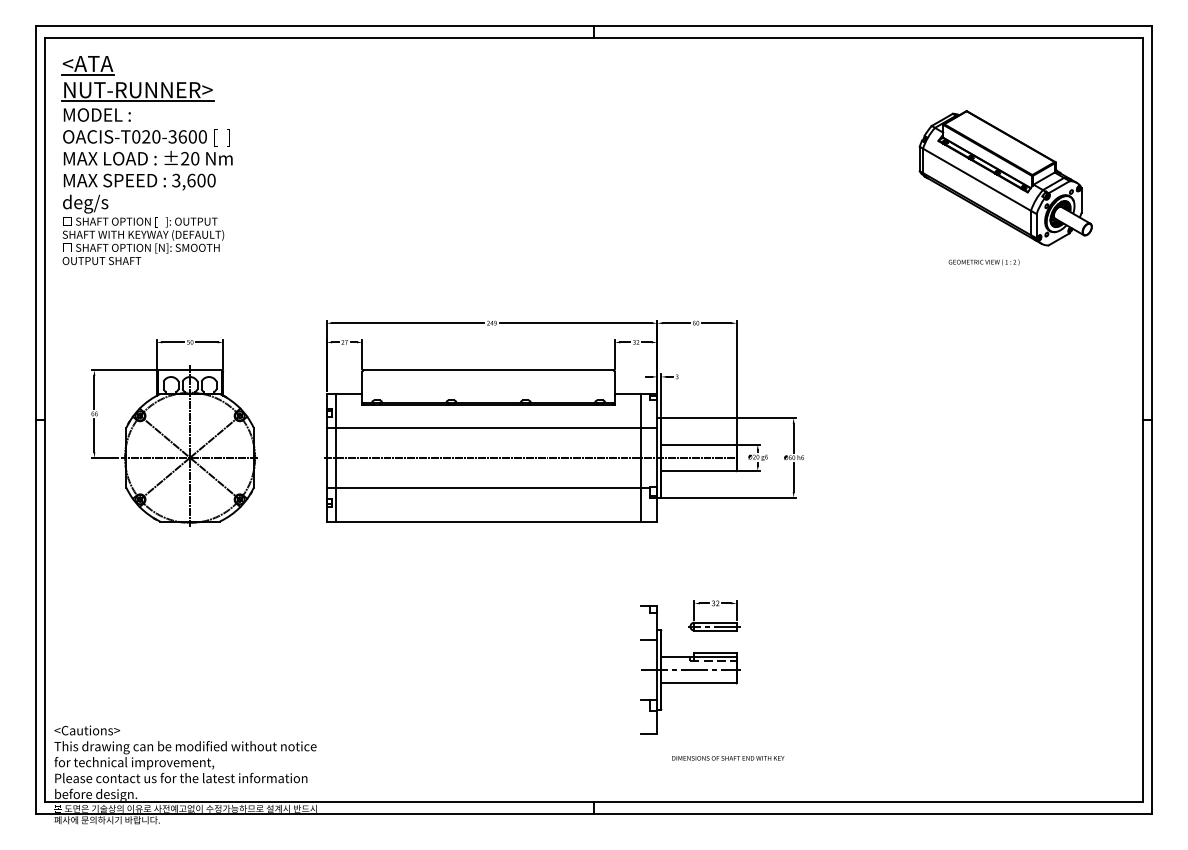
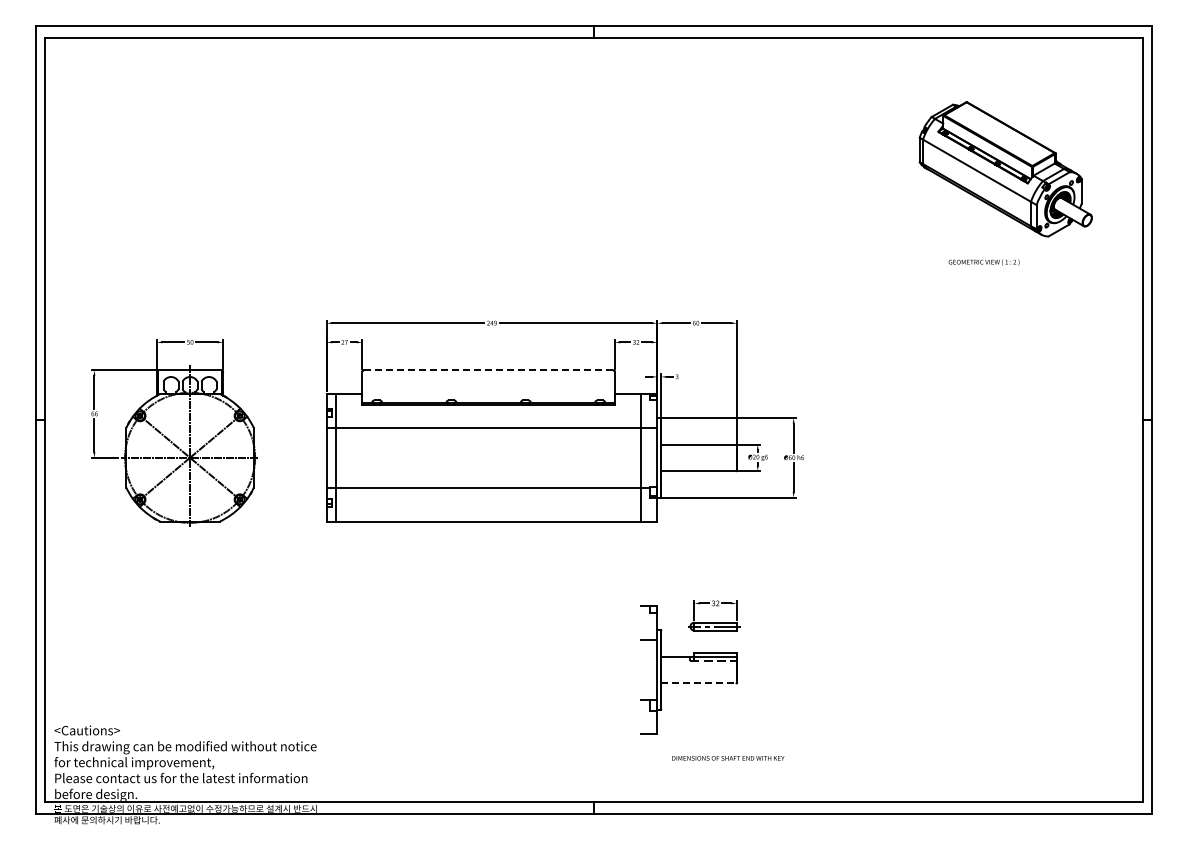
part at (146, 160): present -> none
part at (1005, 178) position: (1005, 178) -> (1005, 169)
line at (488, 370): solid -> dashed
line at (531, 457): present -> none
line at (691, 670): present -> none
line at (698, 683): solid -> dashed
